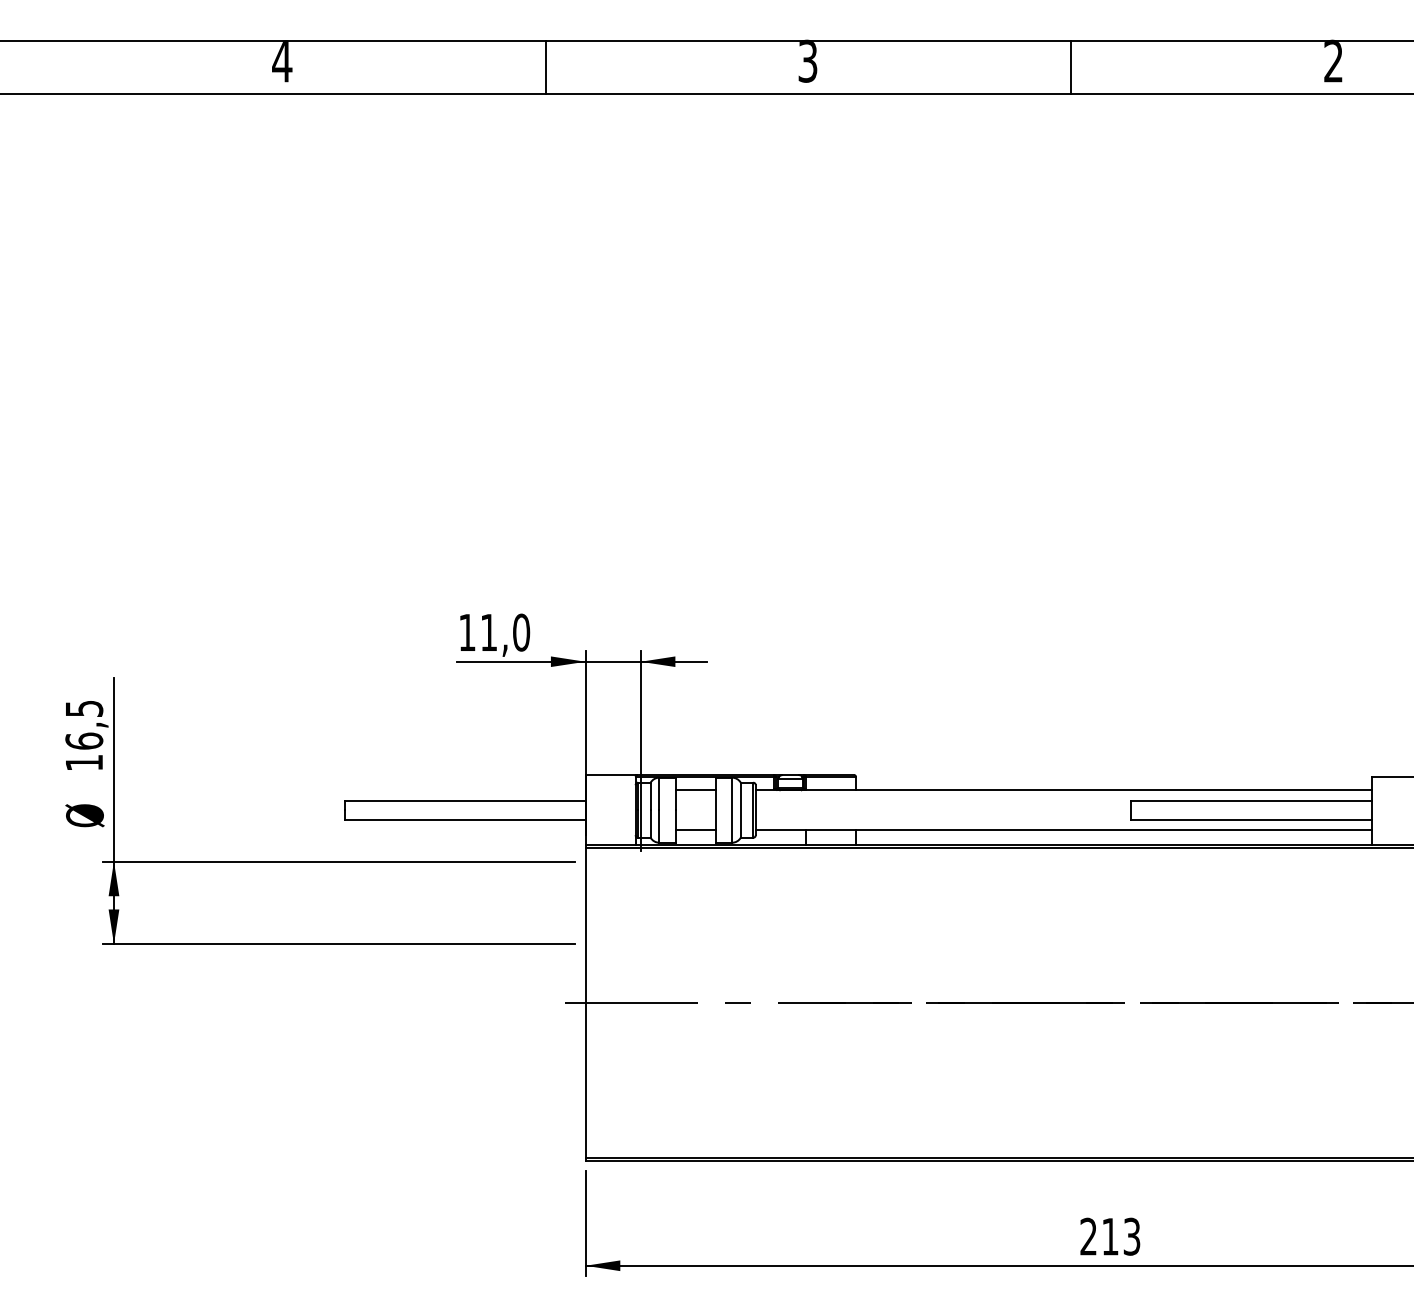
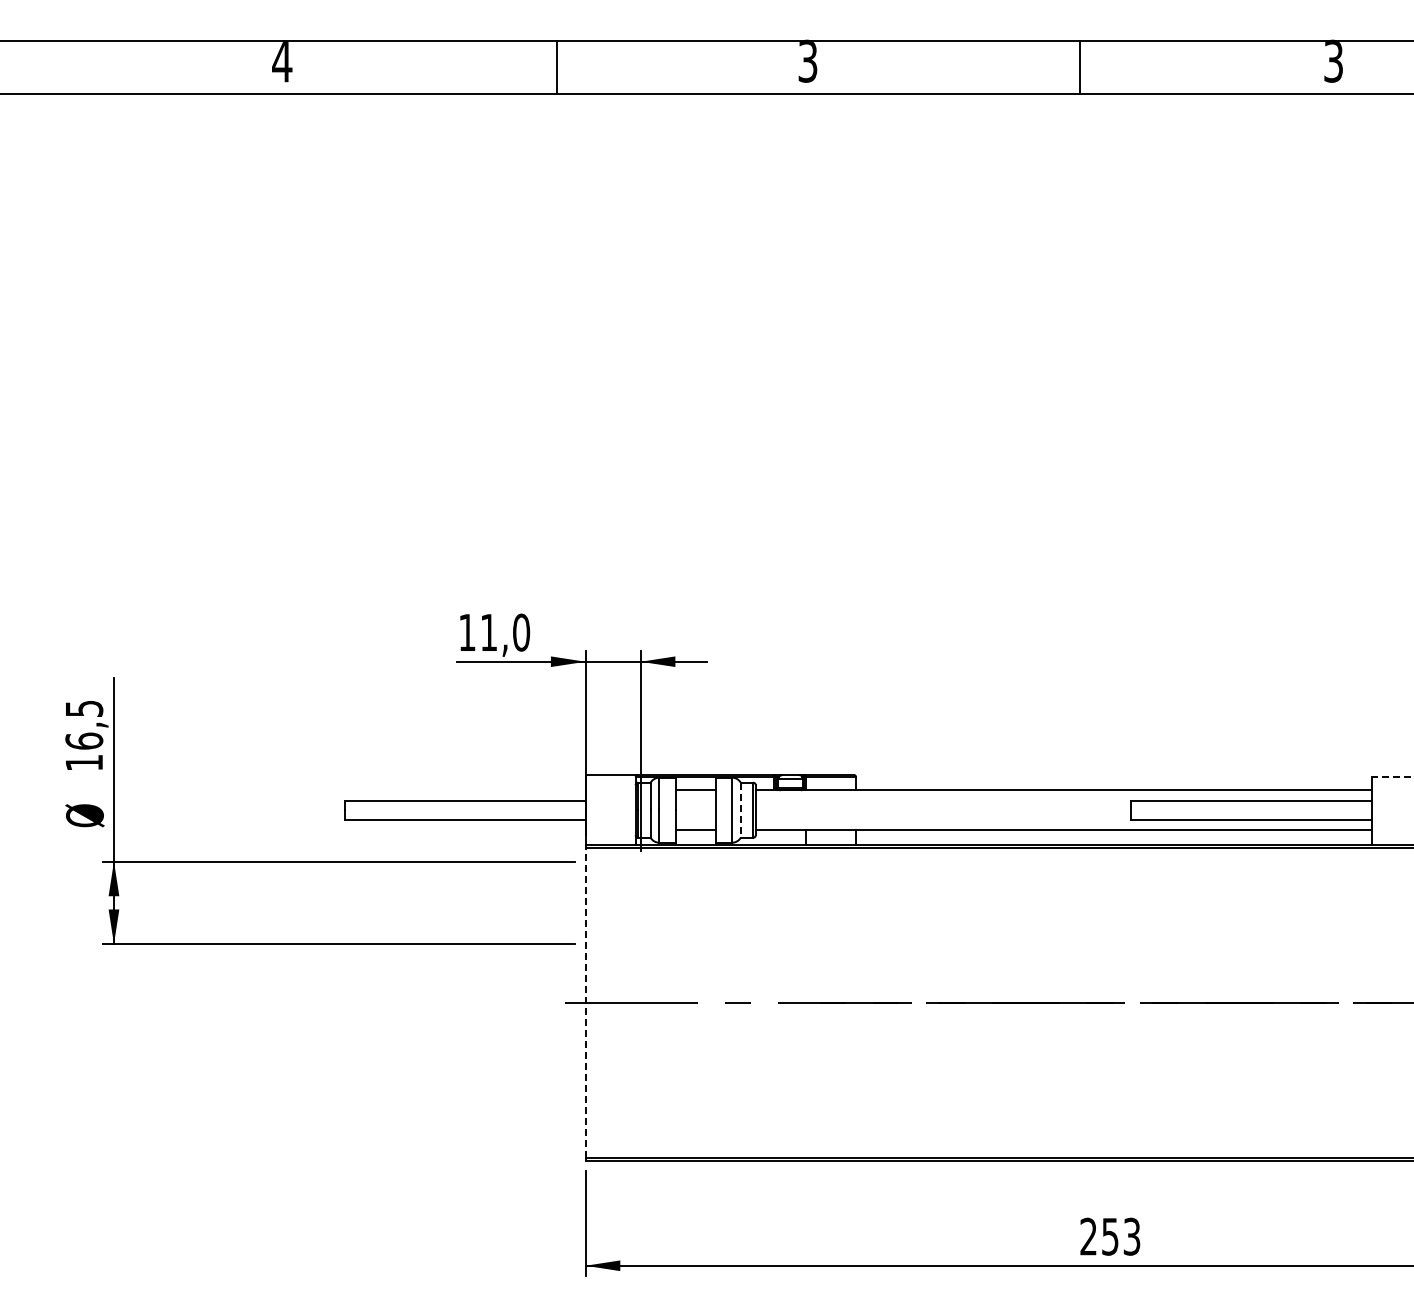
text at (1333, 62): 2 -> 3
line at (545, 67) position: (545, 67) -> (556, 67)
line at (1071, 67) position: (1071, 67) -> (1080, 67)
line at (1392, 776): solid -> dashed
line at (740, 810): solid -> dashed
line at (585, 1002): solid -> dashed
text at (1110, 1236): 213 -> 253
